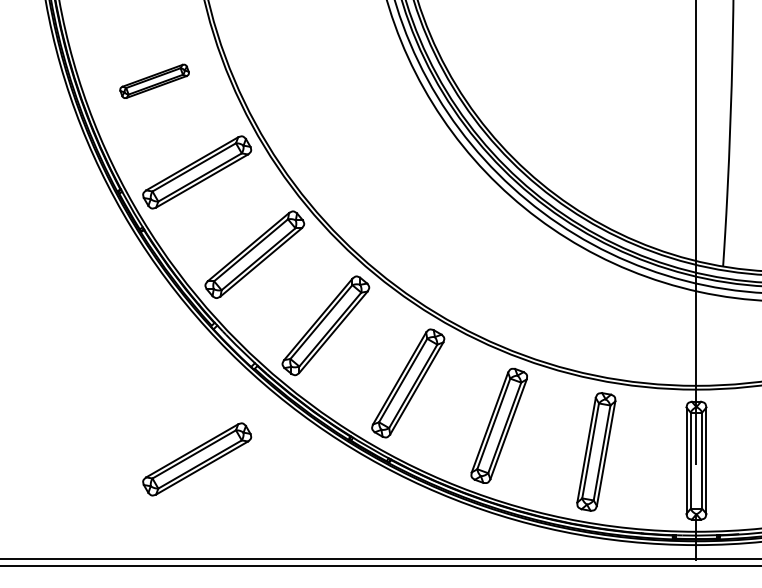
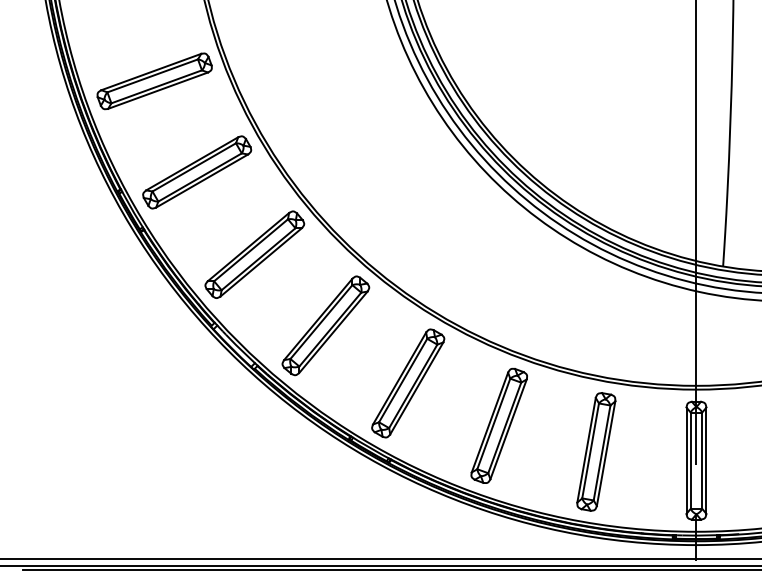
part at (154, 80) size: 71x36 px -> 117x59 px
part at (197, 459): present -> none
line at (390, 570): none -> present
